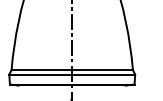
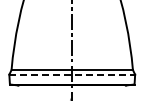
line at (72, 74): solid -> dashed
